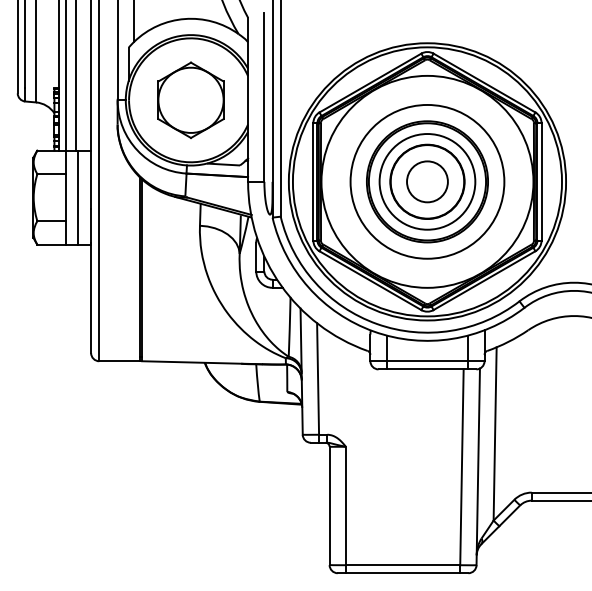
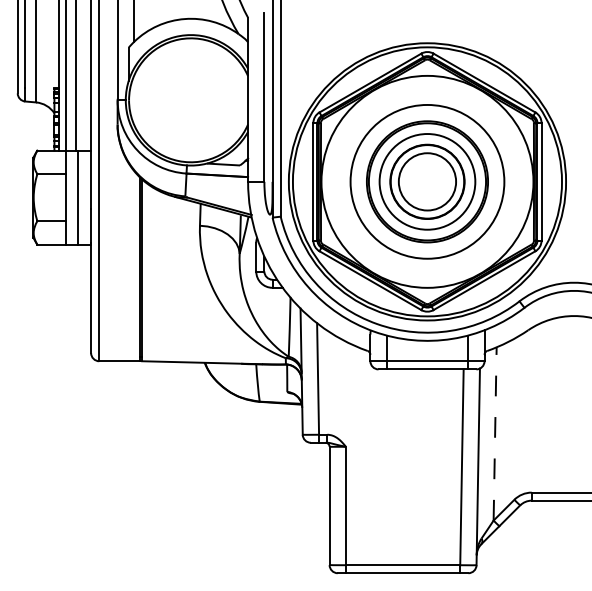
part at (190, 99): present -> none
circle at (427, 181) diameter: 41 px -> 57 px
line at (495, 433): solid -> dashed
